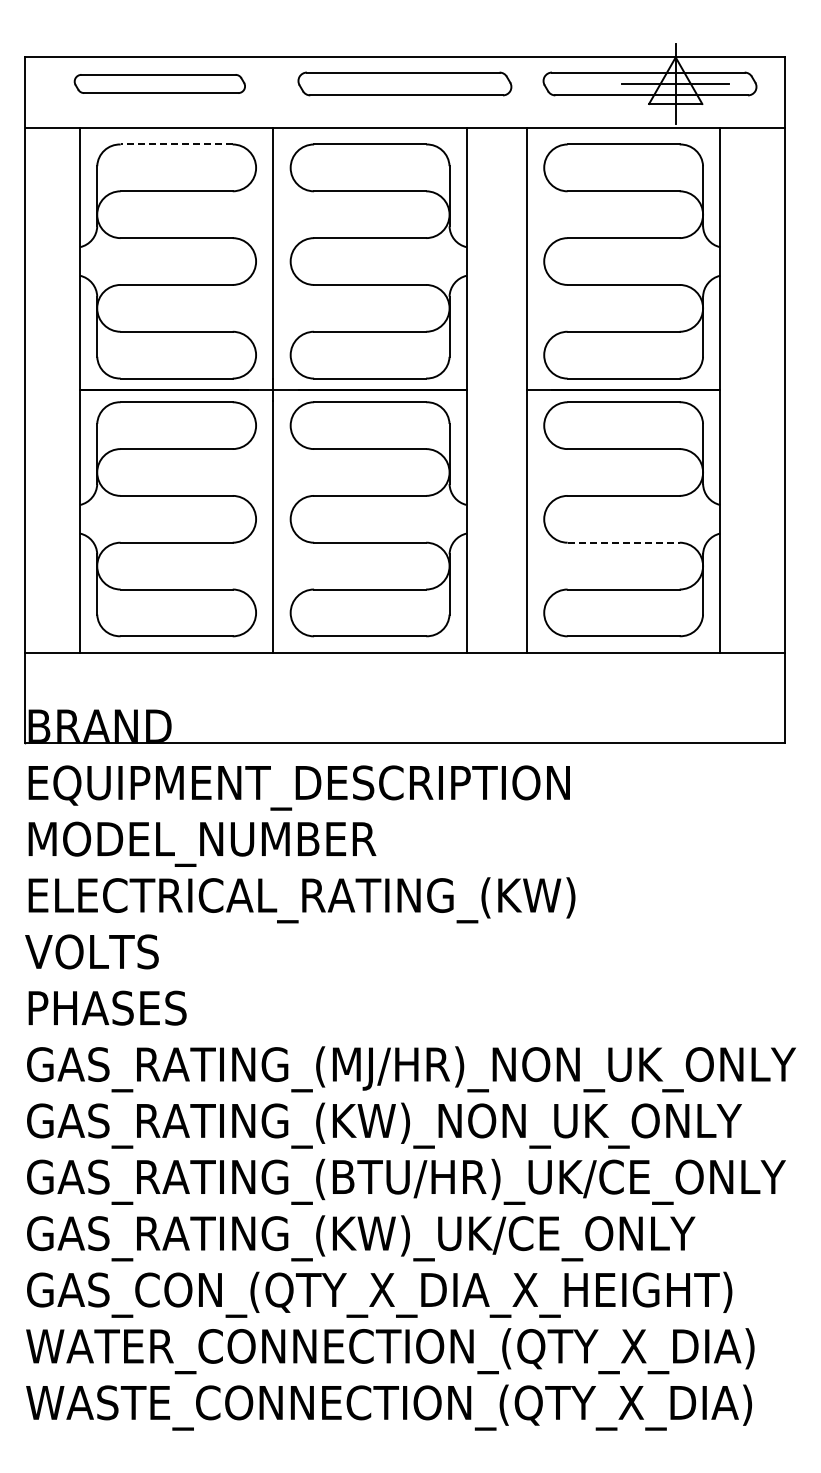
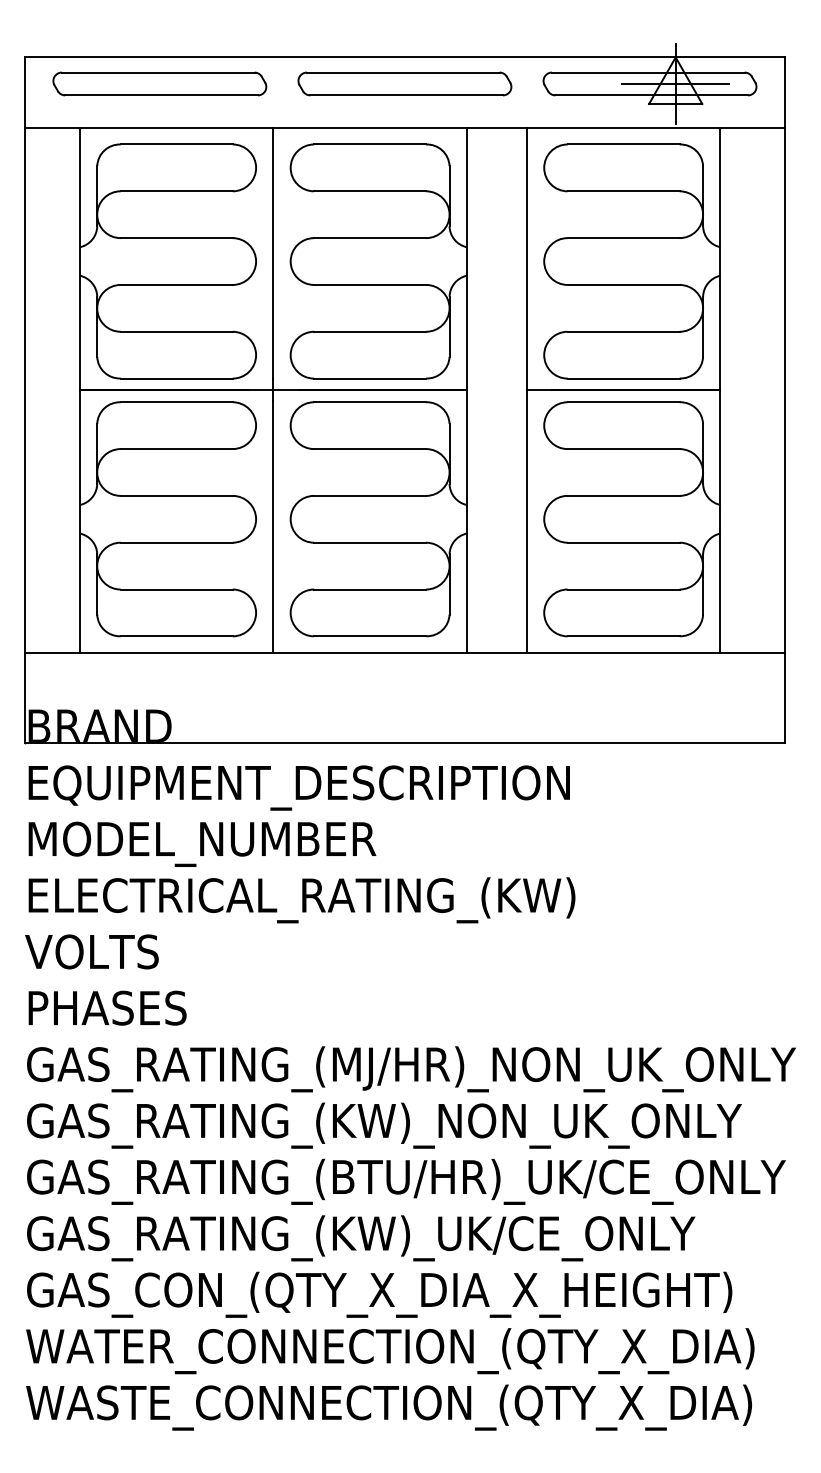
part at (159, 83) size: 173x20 px -> 216x26 px
line at (176, 144): dashed -> solid
line at (624, 542): dashed -> solid
